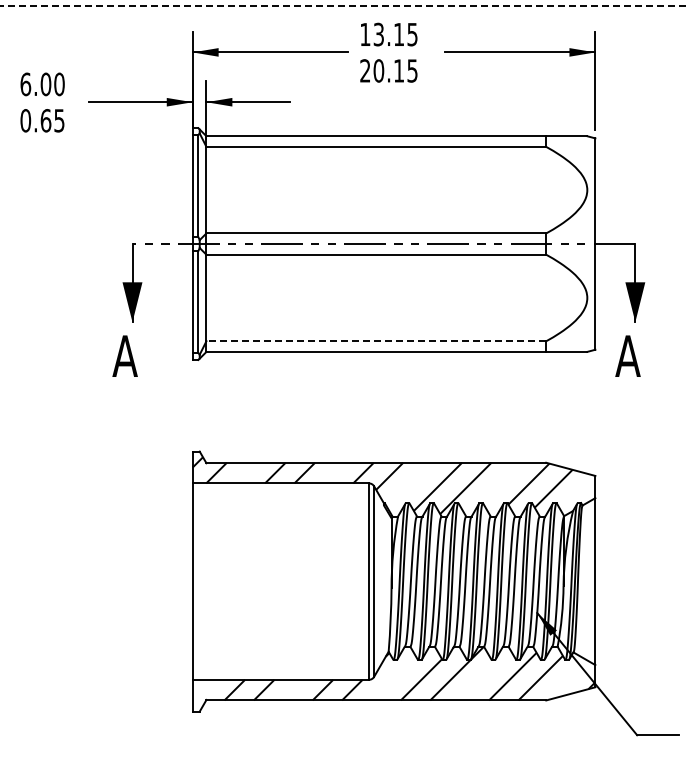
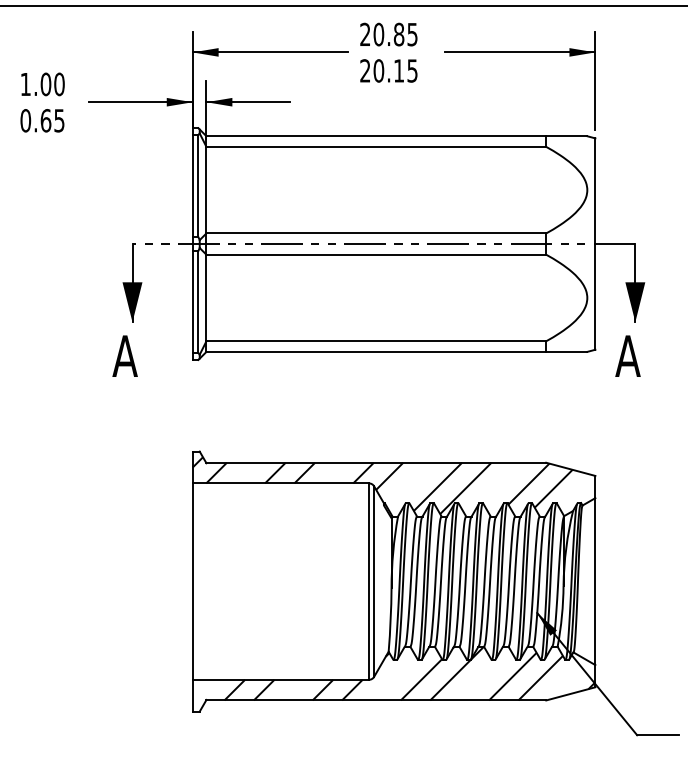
line at (344, 5): dashed -> solid
text at (382, 34): 13.15 -> 20.85
text at (25, 84): 6.00 -> 1.00
line at (376, 341): dashed -> solid
